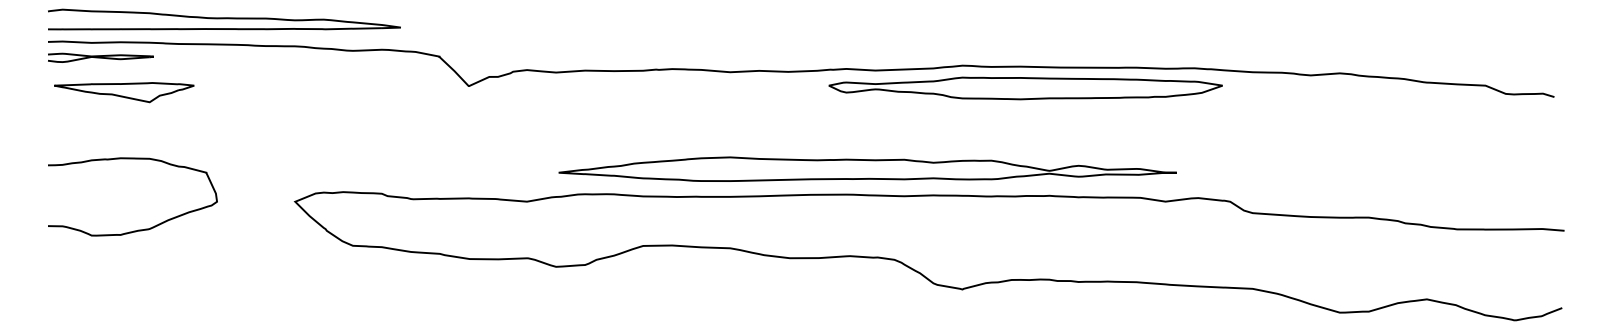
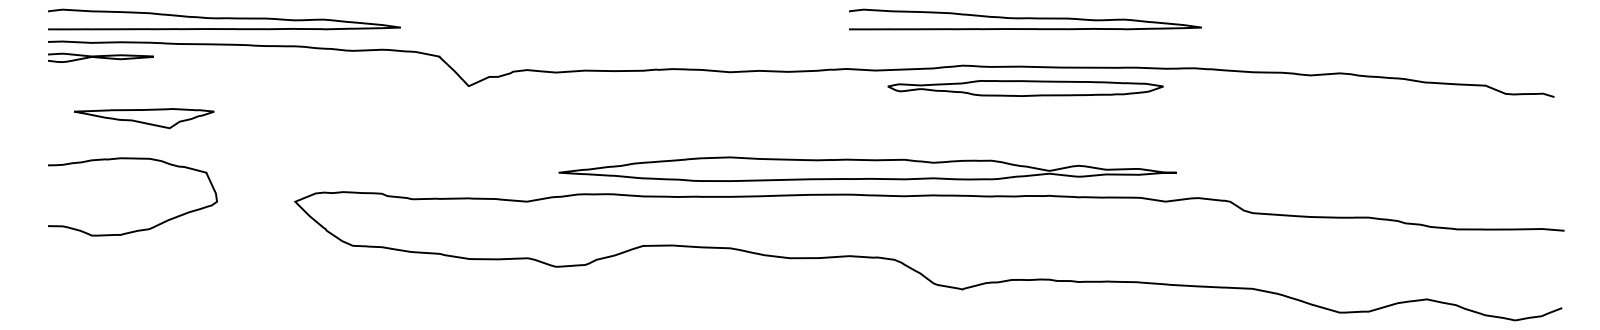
part at (1025, 19): none -> present
part at (1025, 88) size: 395x25 px -> 277x17 px
part at (124, 92) position: (124, 92) -> (144, 118)
